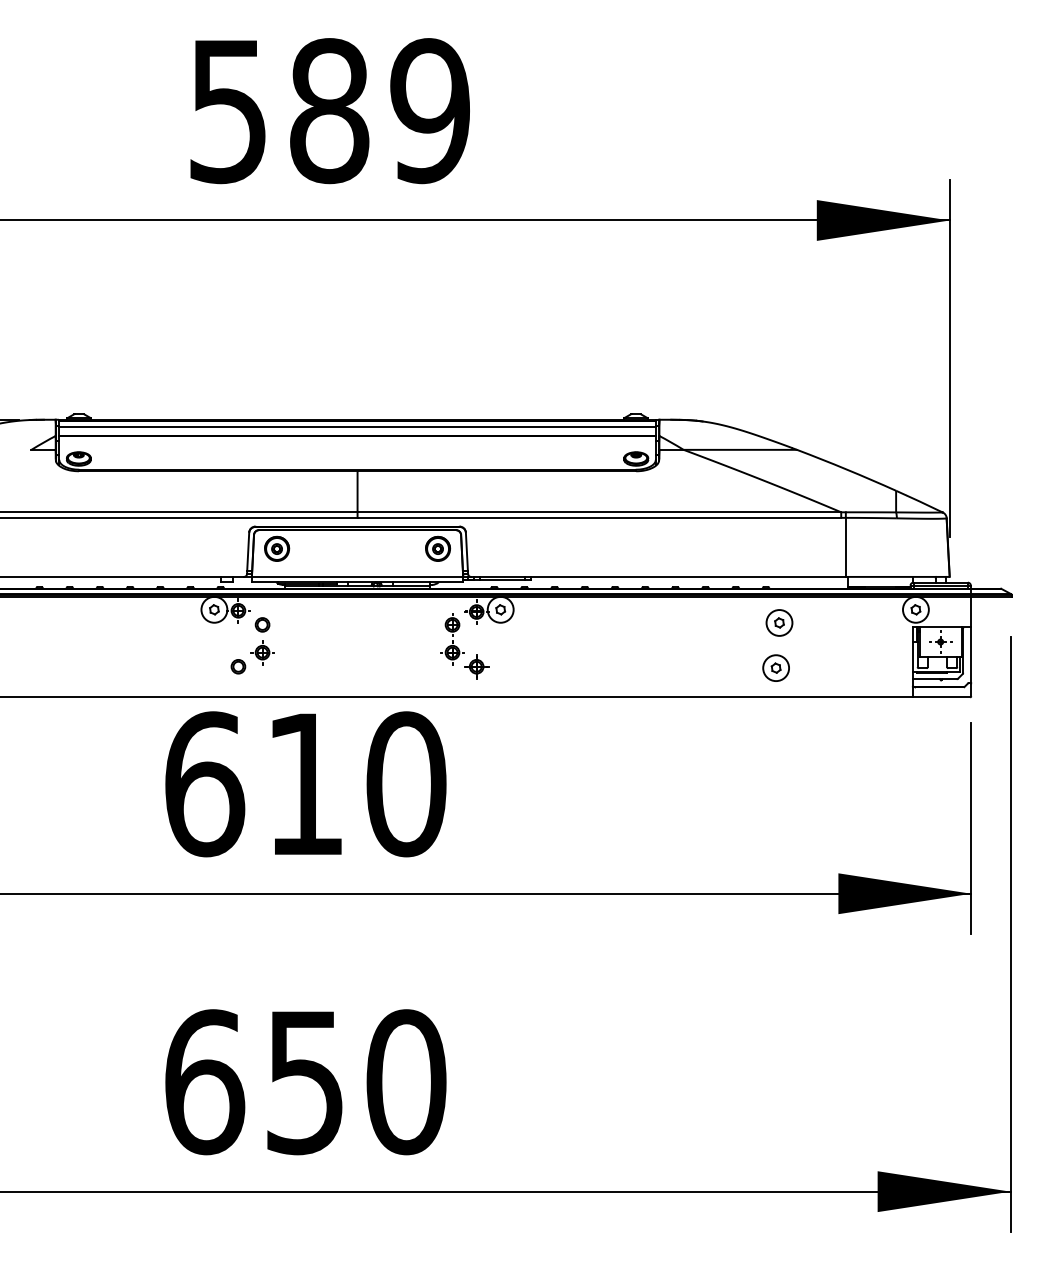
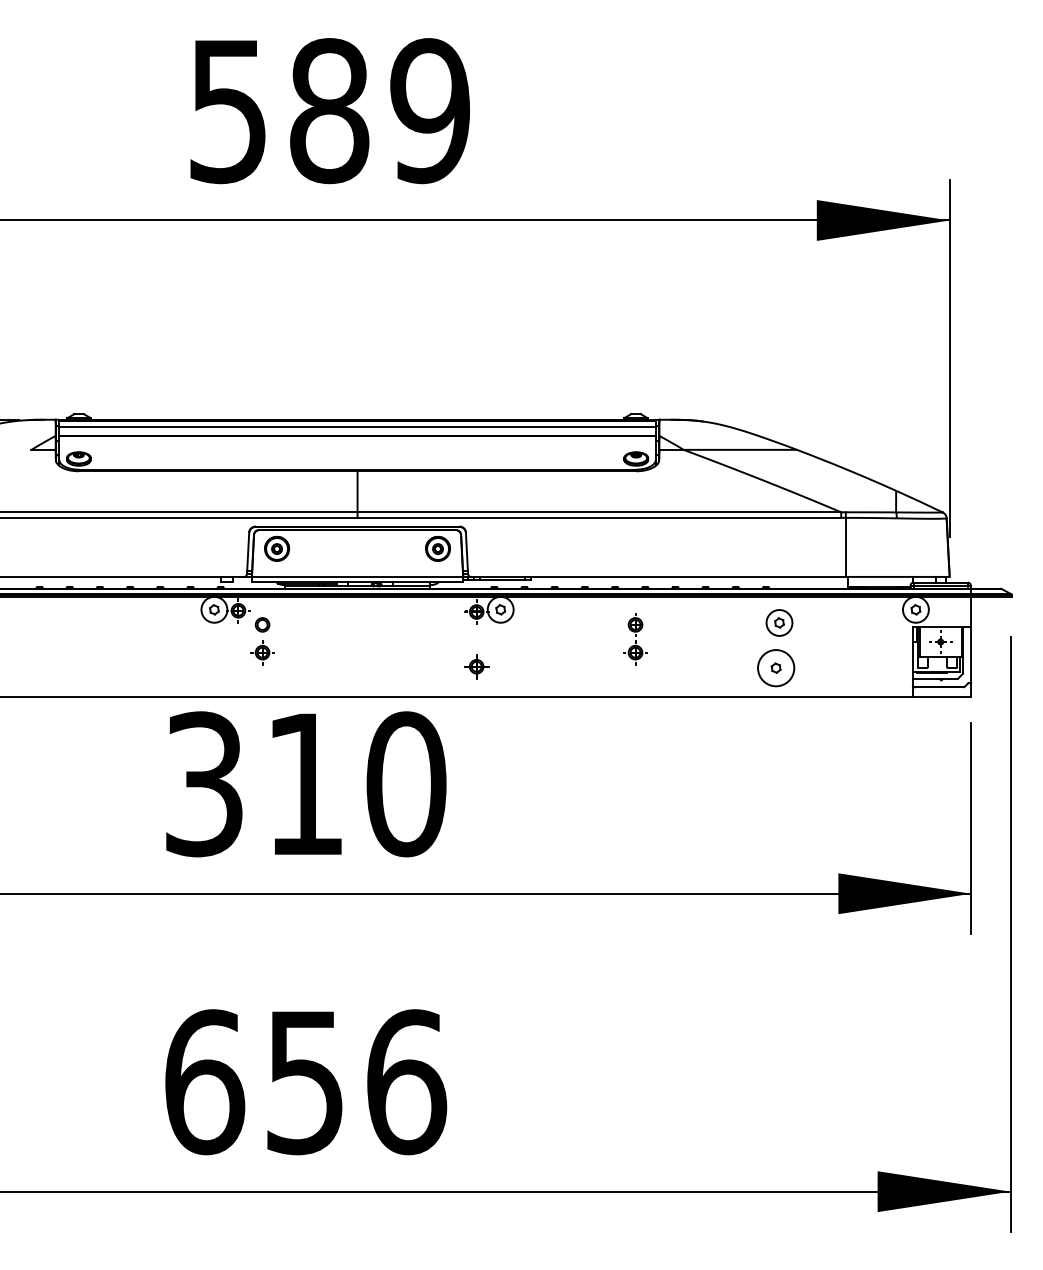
part at (452, 639) position: (452, 639) -> (635, 639)
part at (238, 666): present -> none
circle at (776, 668) diameter: 26 px -> 36 px
text at (205, 784): 610 -> 310
text at (406, 1082): 650 -> 656
